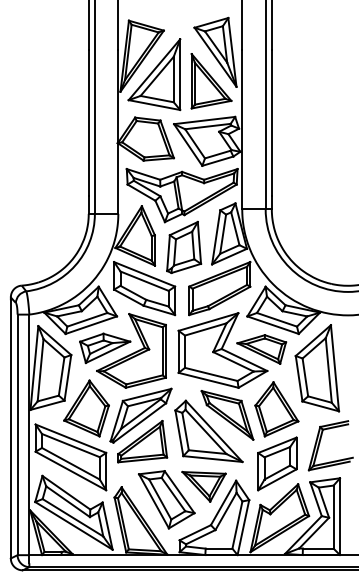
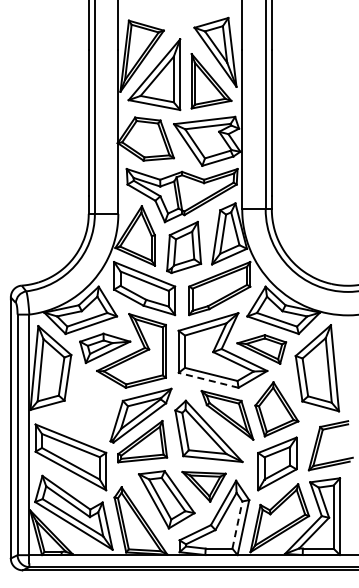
line at (208, 380): solid -> dashed
part at (86, 408): present -> none
line at (237, 524): solid -> dashed
